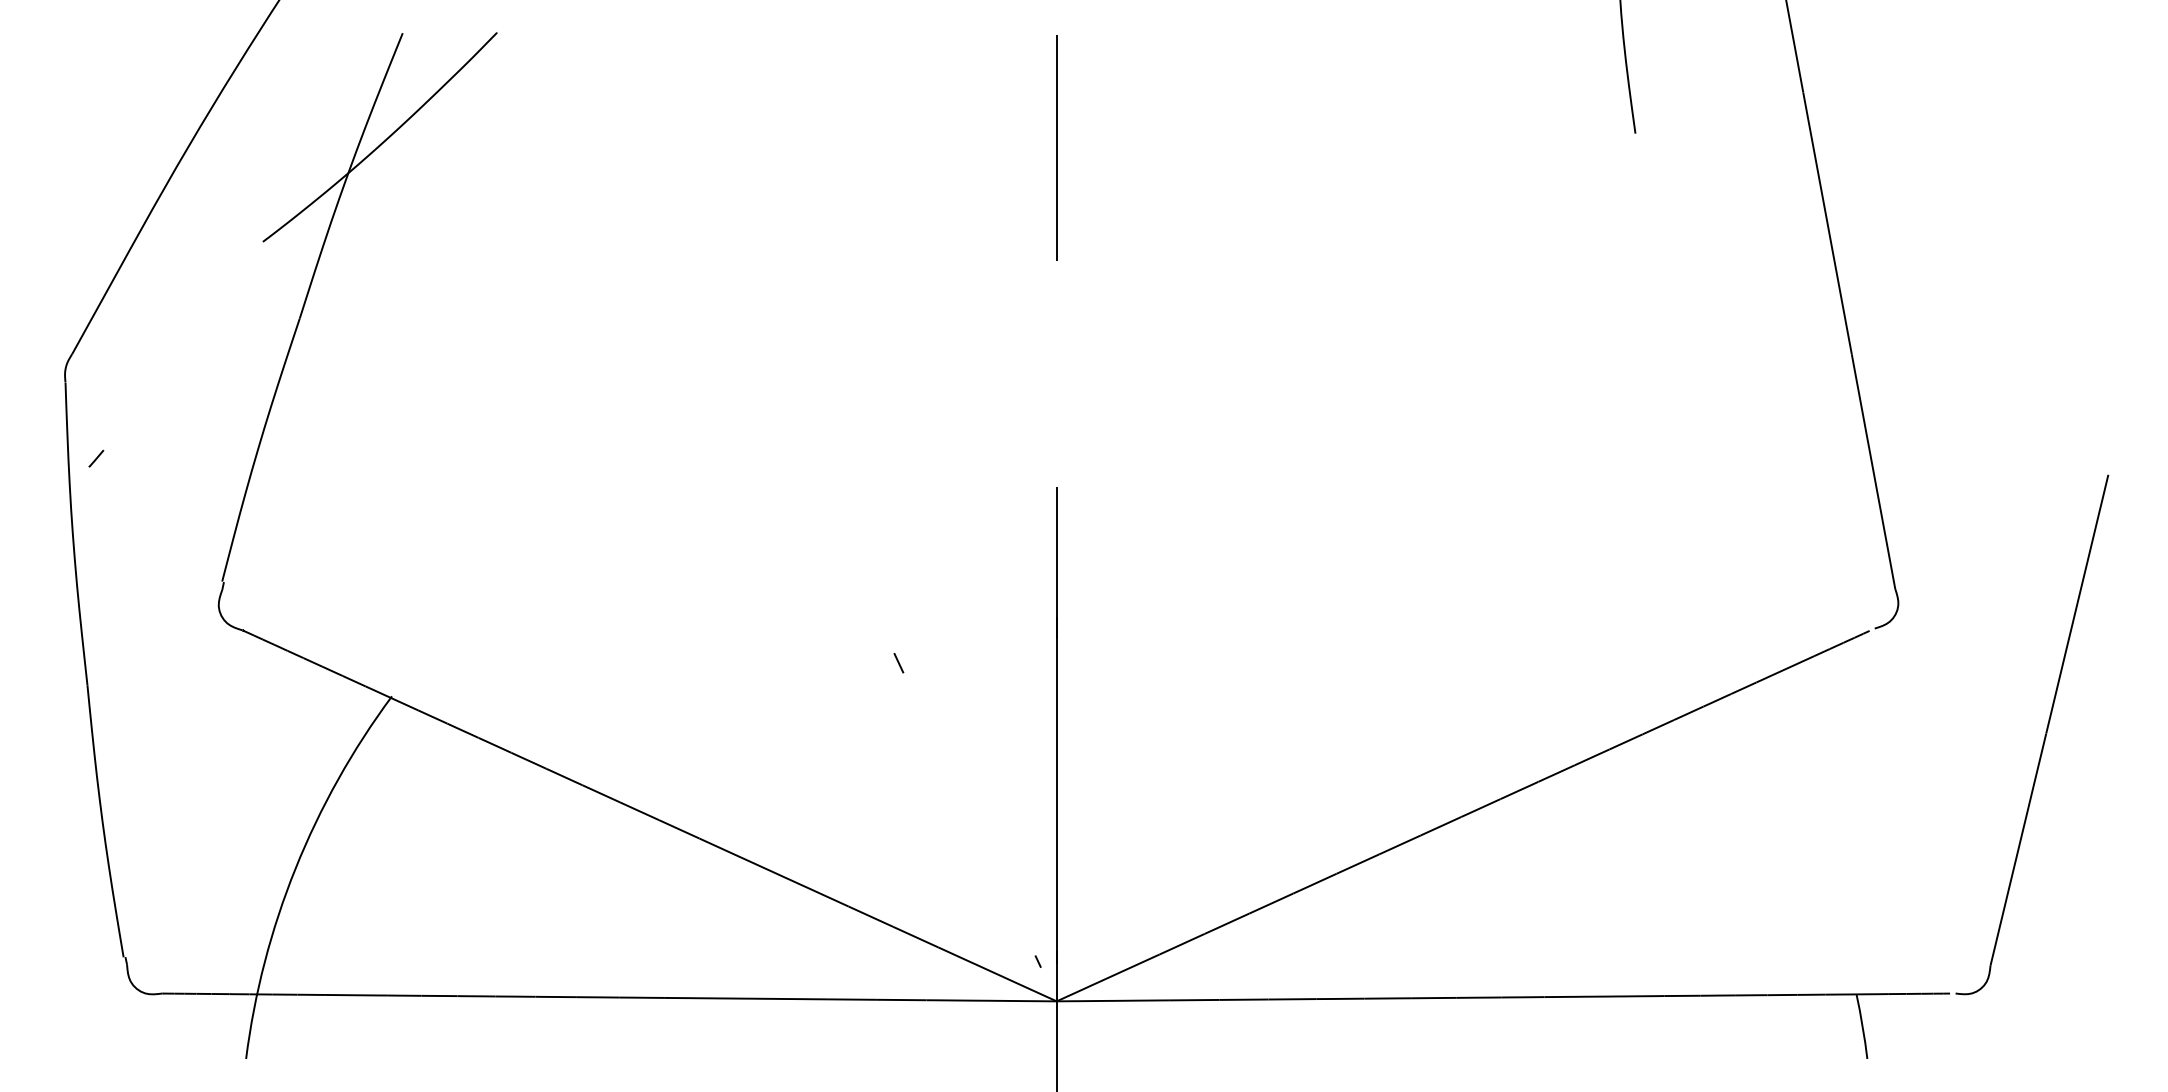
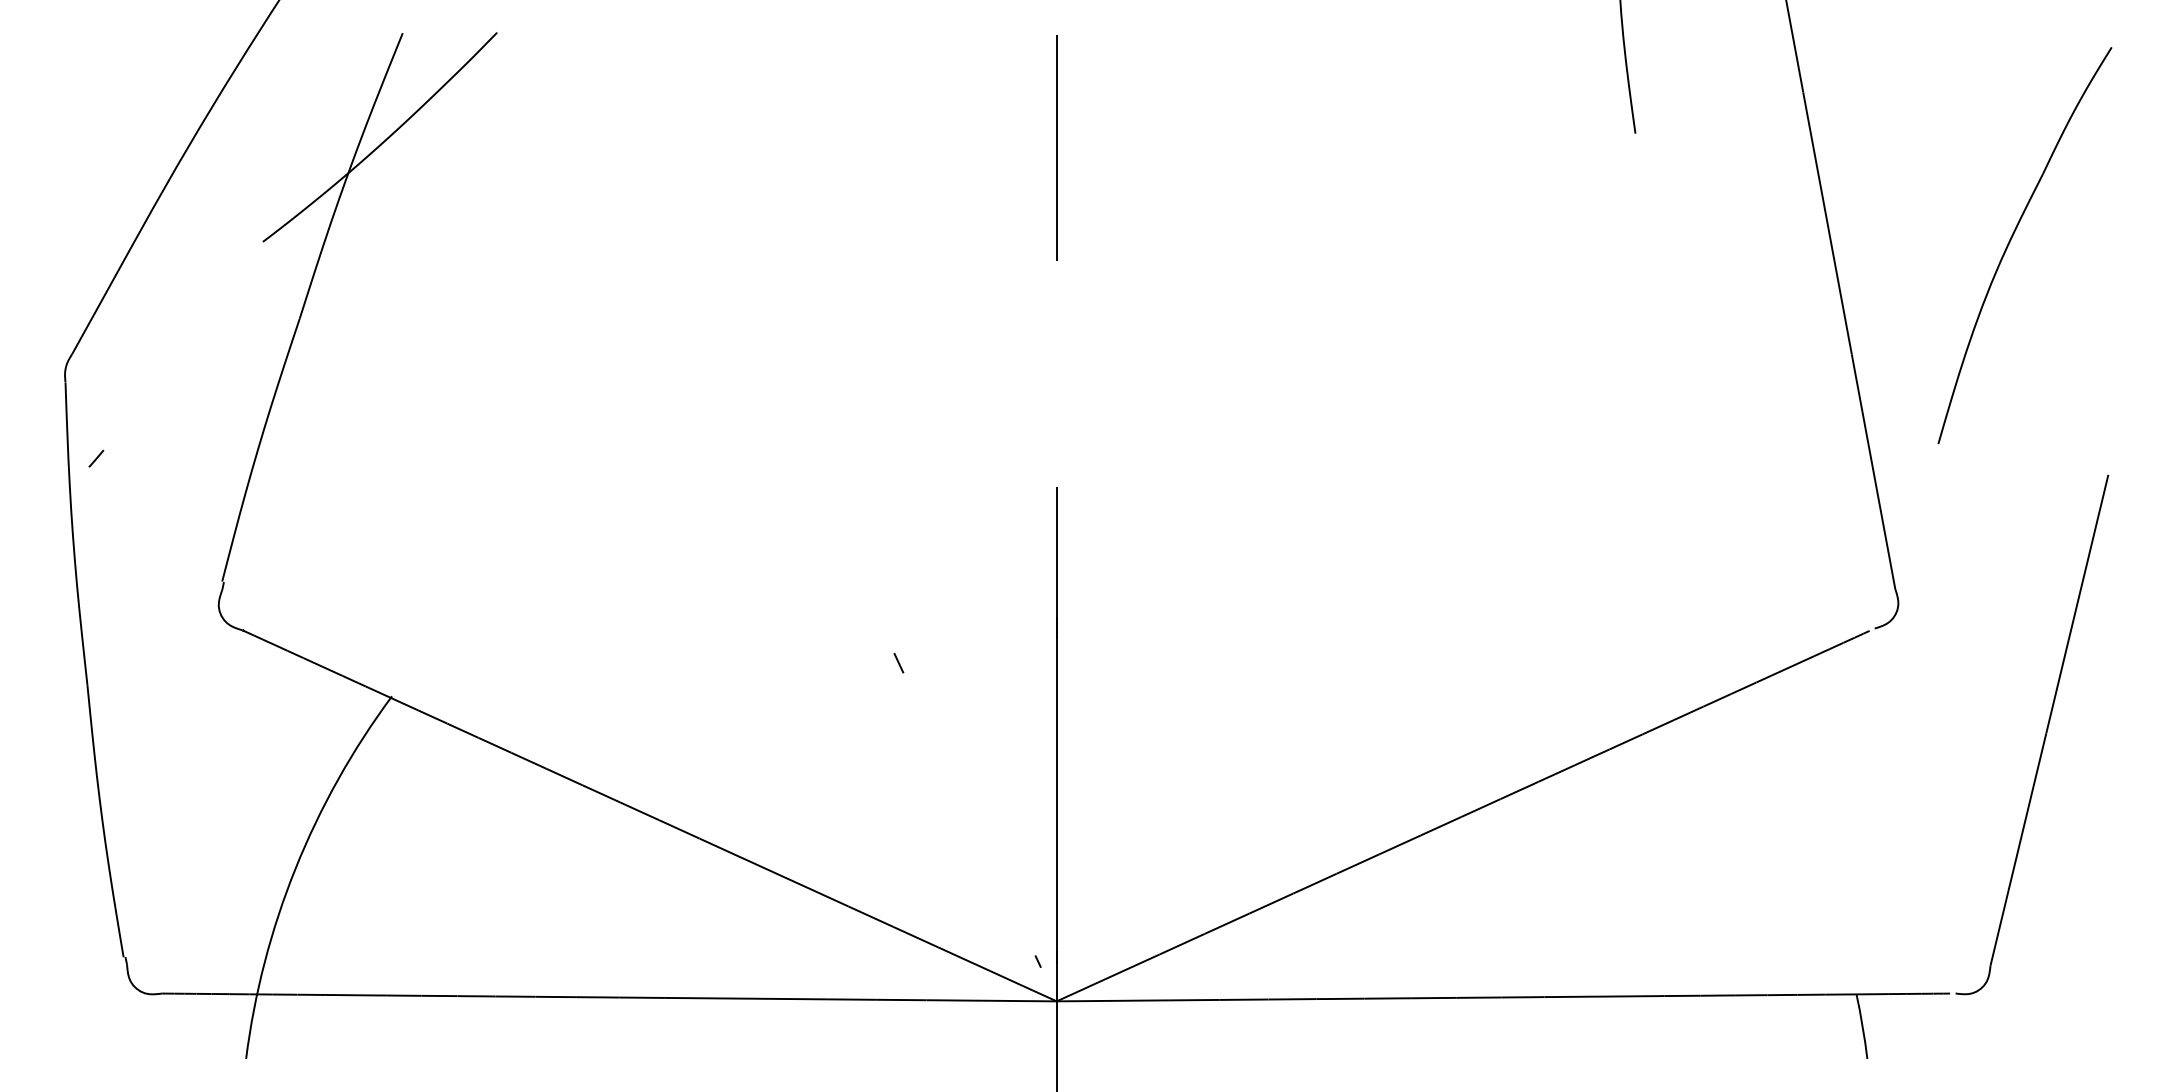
part at (2012, 238): none -> present
